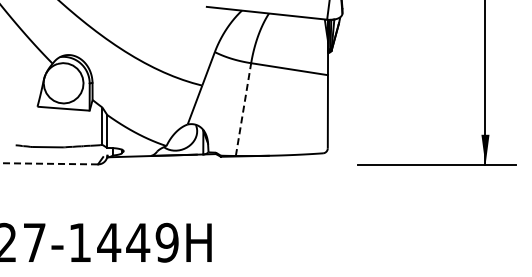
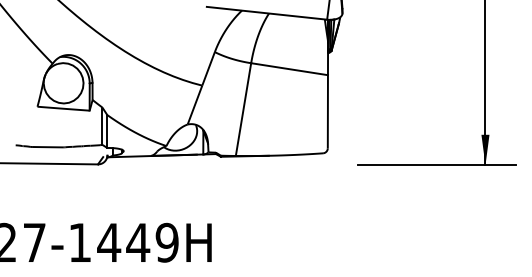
line at (243, 109): dashed -> solid
line at (49, 163): dashed -> solid
